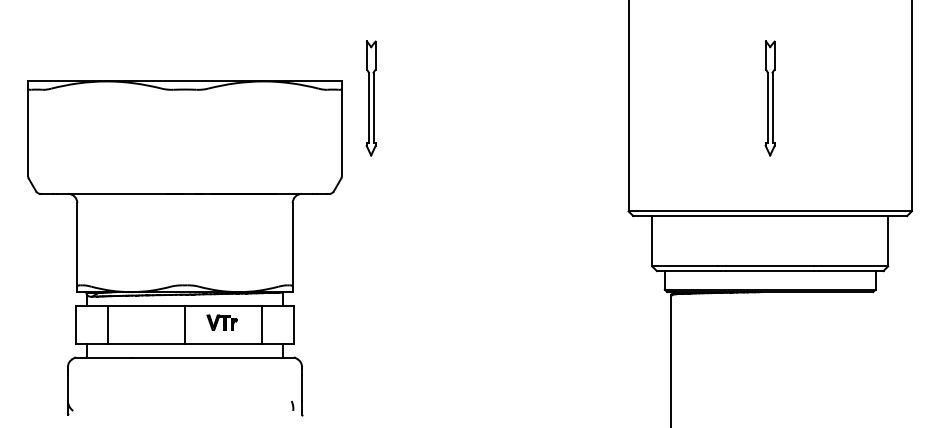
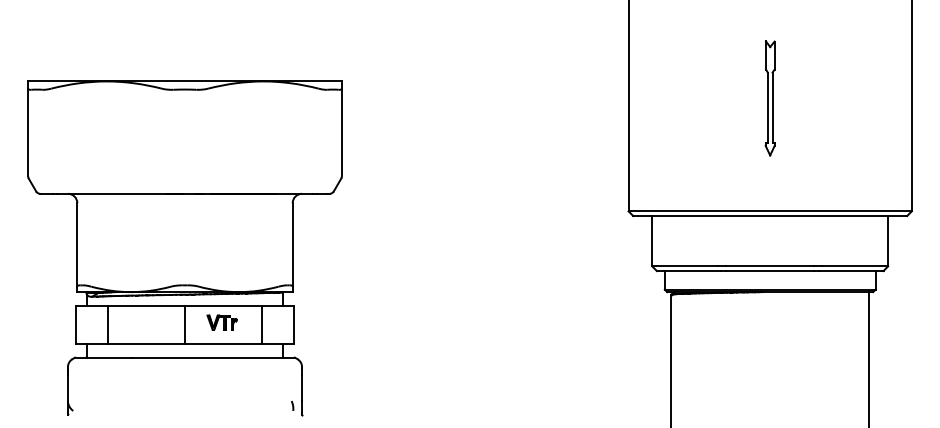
part at (370, 98): present -> none
line at (869, 358): none -> present
